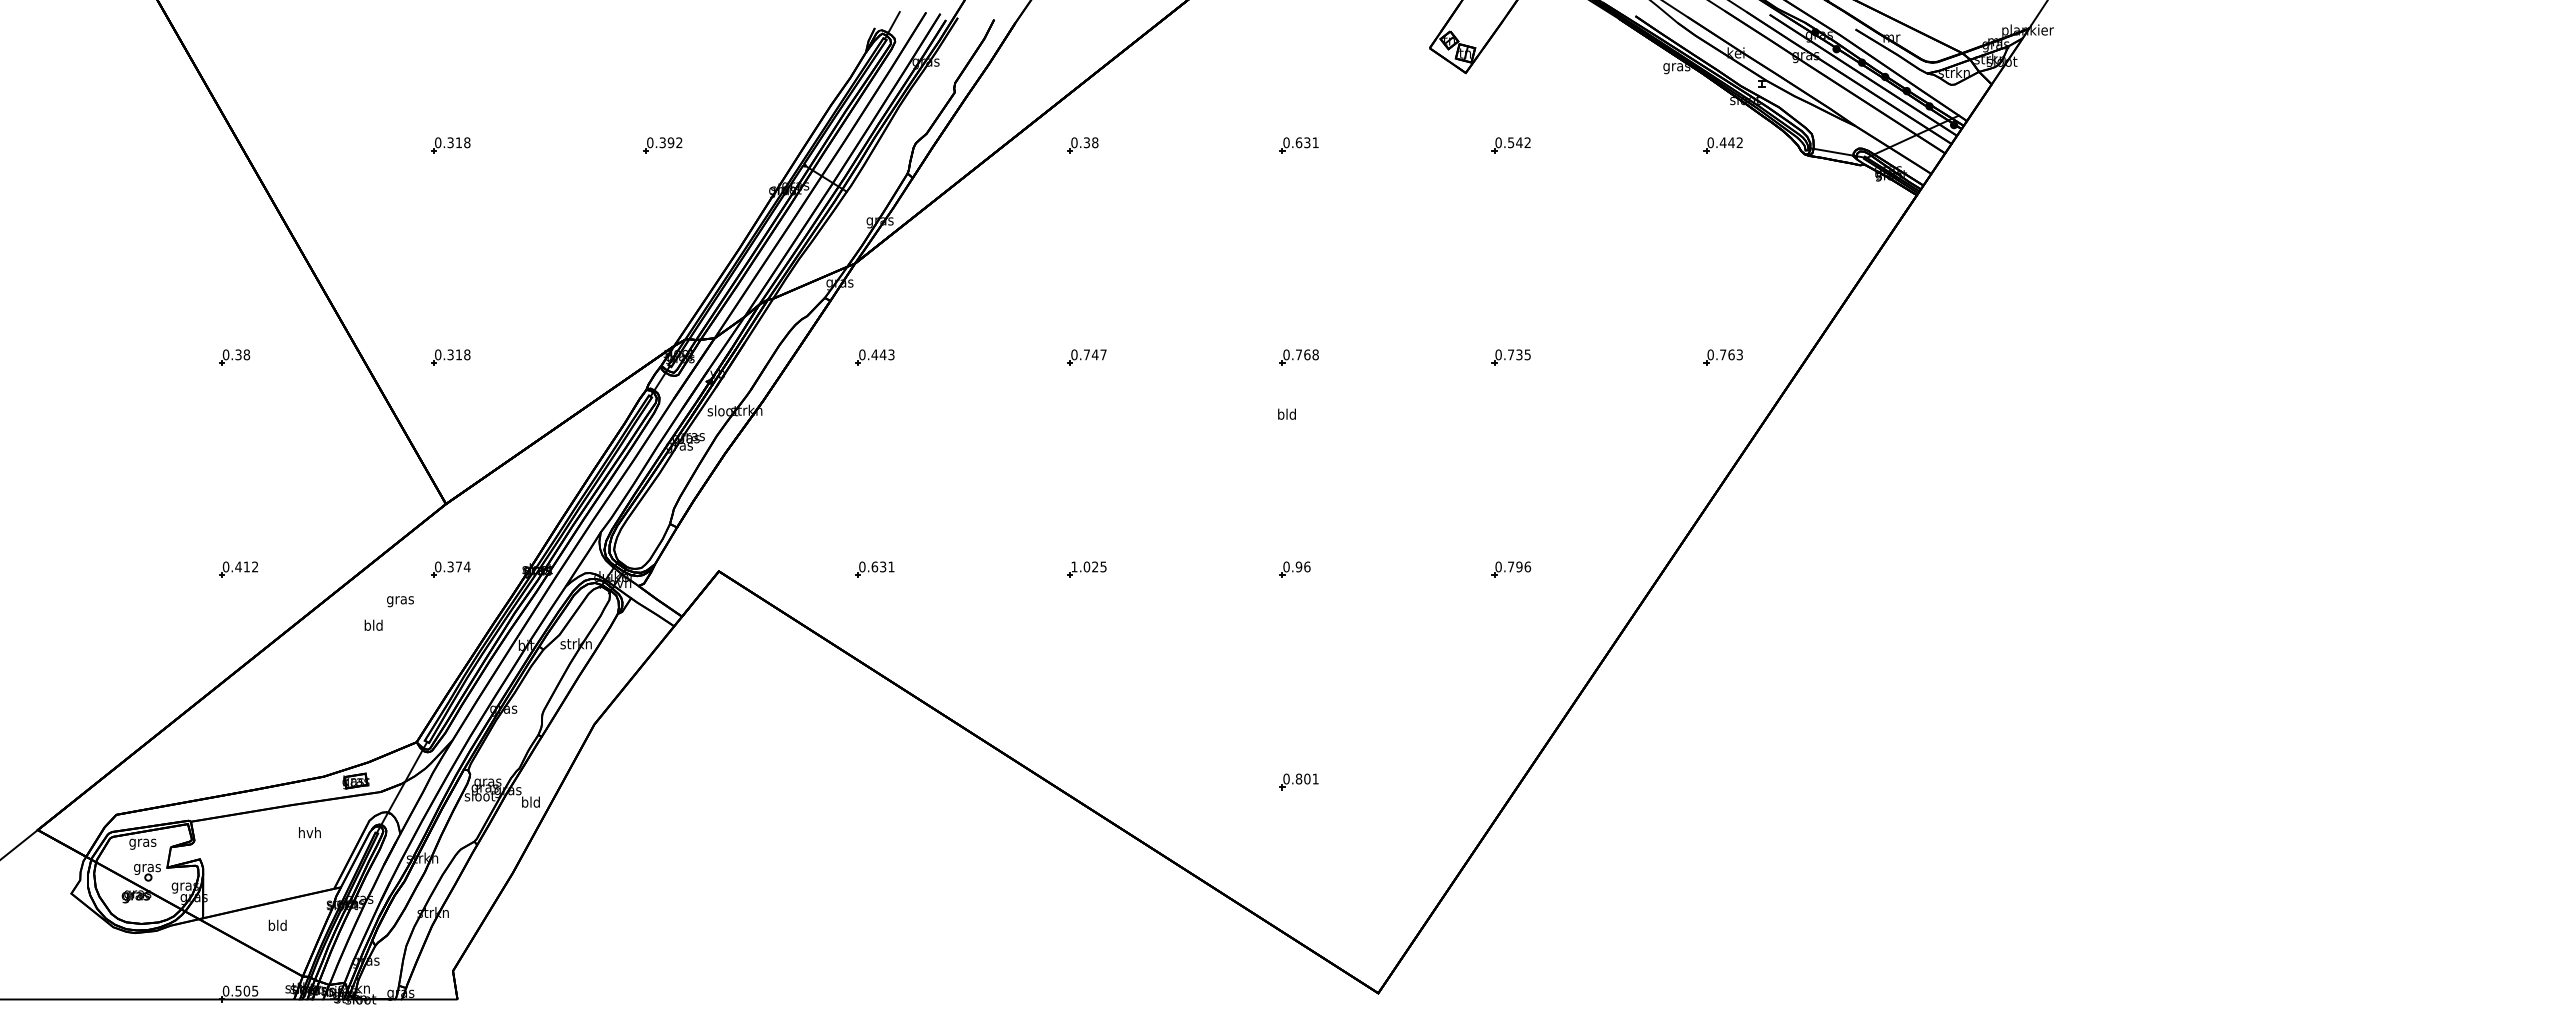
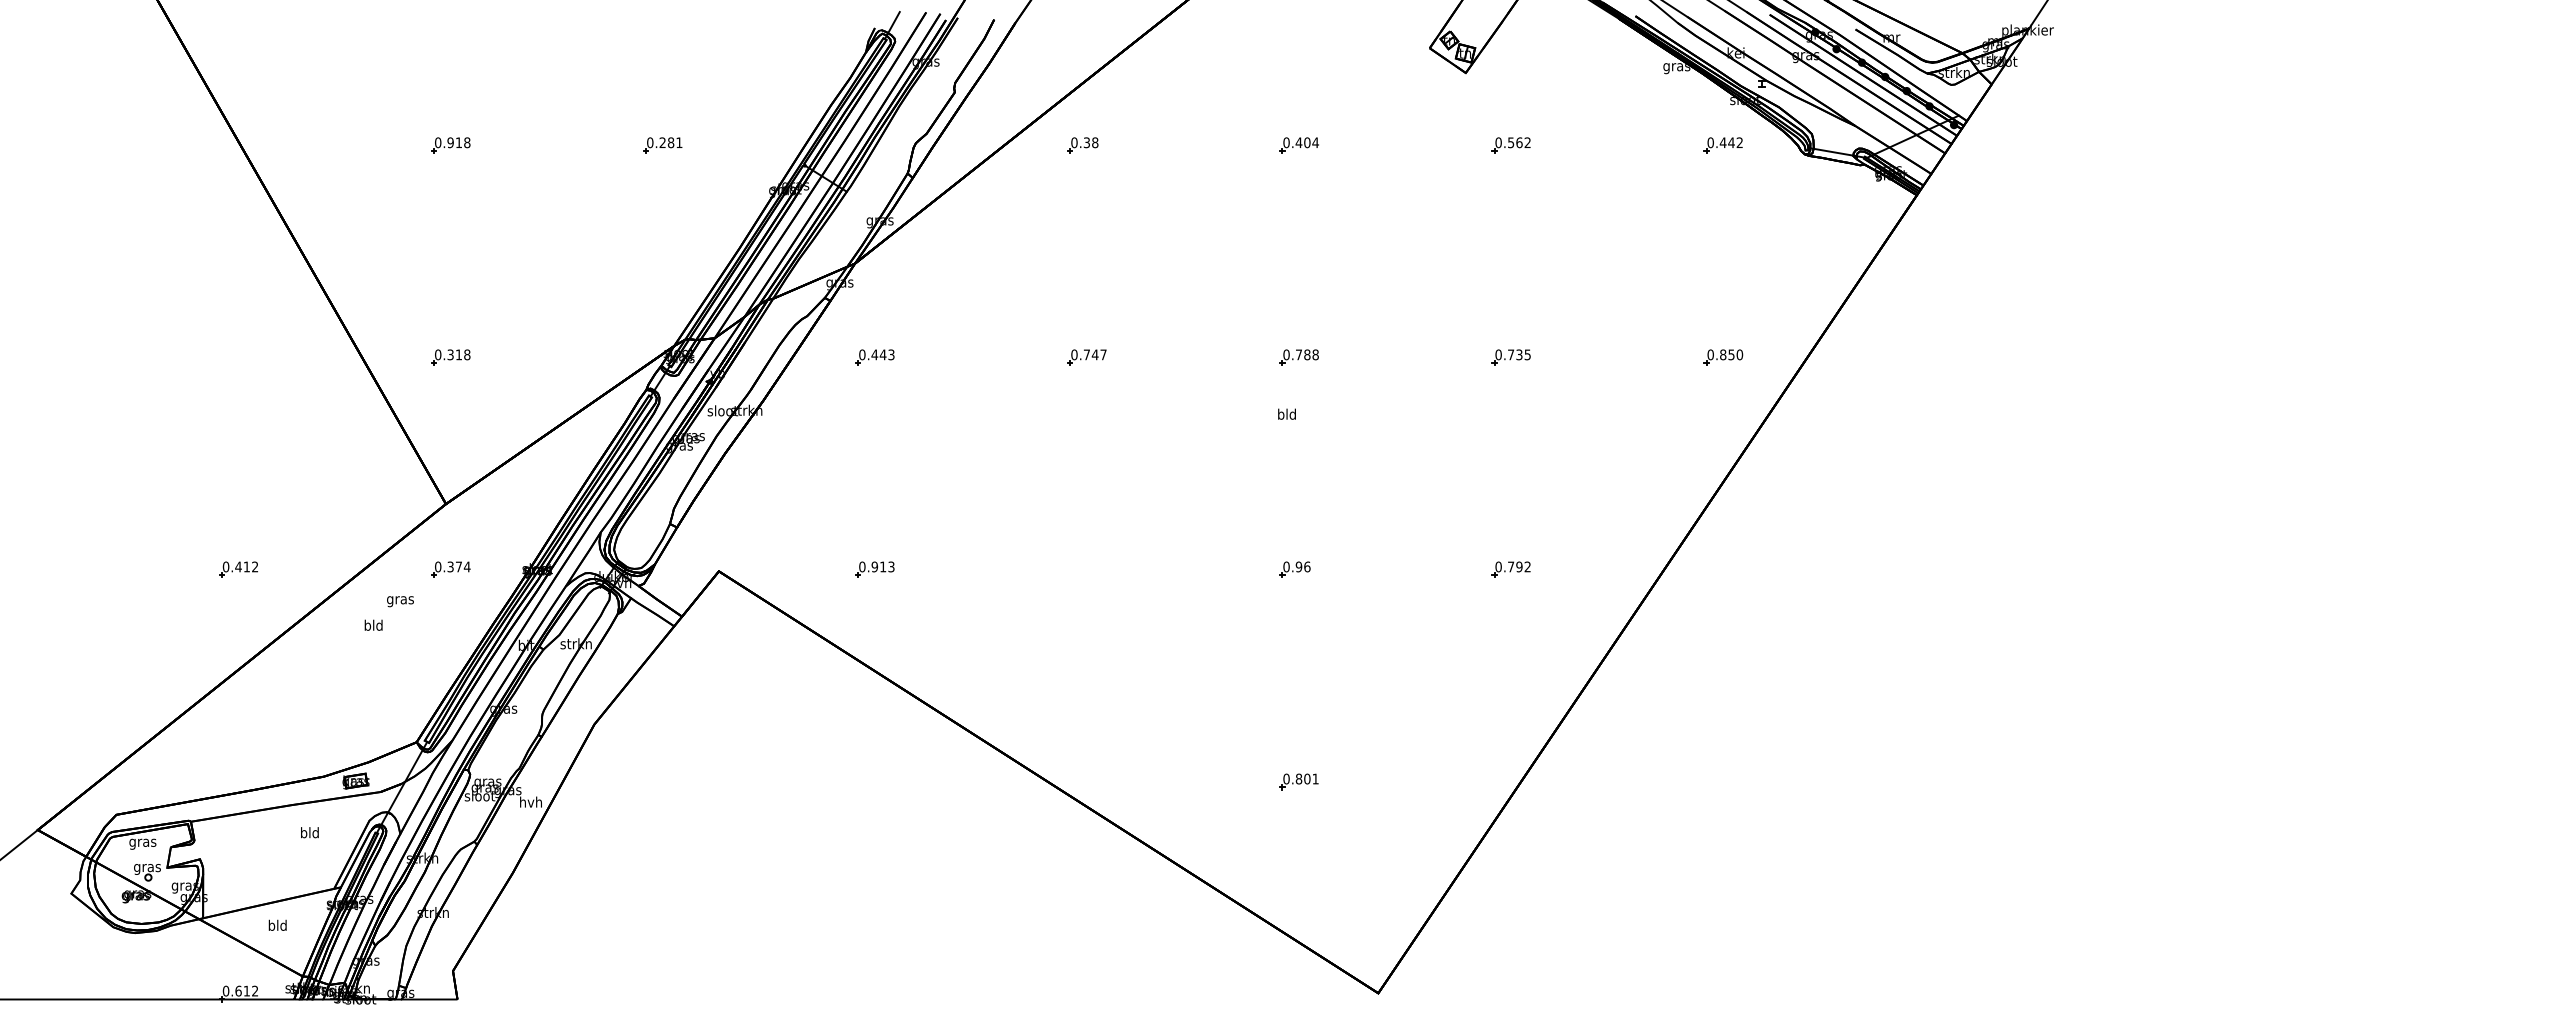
text at (450, 142): 0.318 -> 0.918
text at (670, 142): 0.392 -> 0.281
text at (1306, 142): 0.631 -> 0.404
text at (1519, 142): 0.542 -> 0.562
text at (1307, 354): 0.768 -> 0.788
text at (1731, 354): 0.763 -> 0.850
part at (234, 357): present -> none
text at (882, 566): 0.631 -> 0.913
text at (1527, 566): 0.796 -> 0.792
part at (1086, 569): present -> none
text at (530, 801): bld -> hvh
text at (309, 832): hvh -> bld
text at (246, 990): 0.505 -> 0.612
